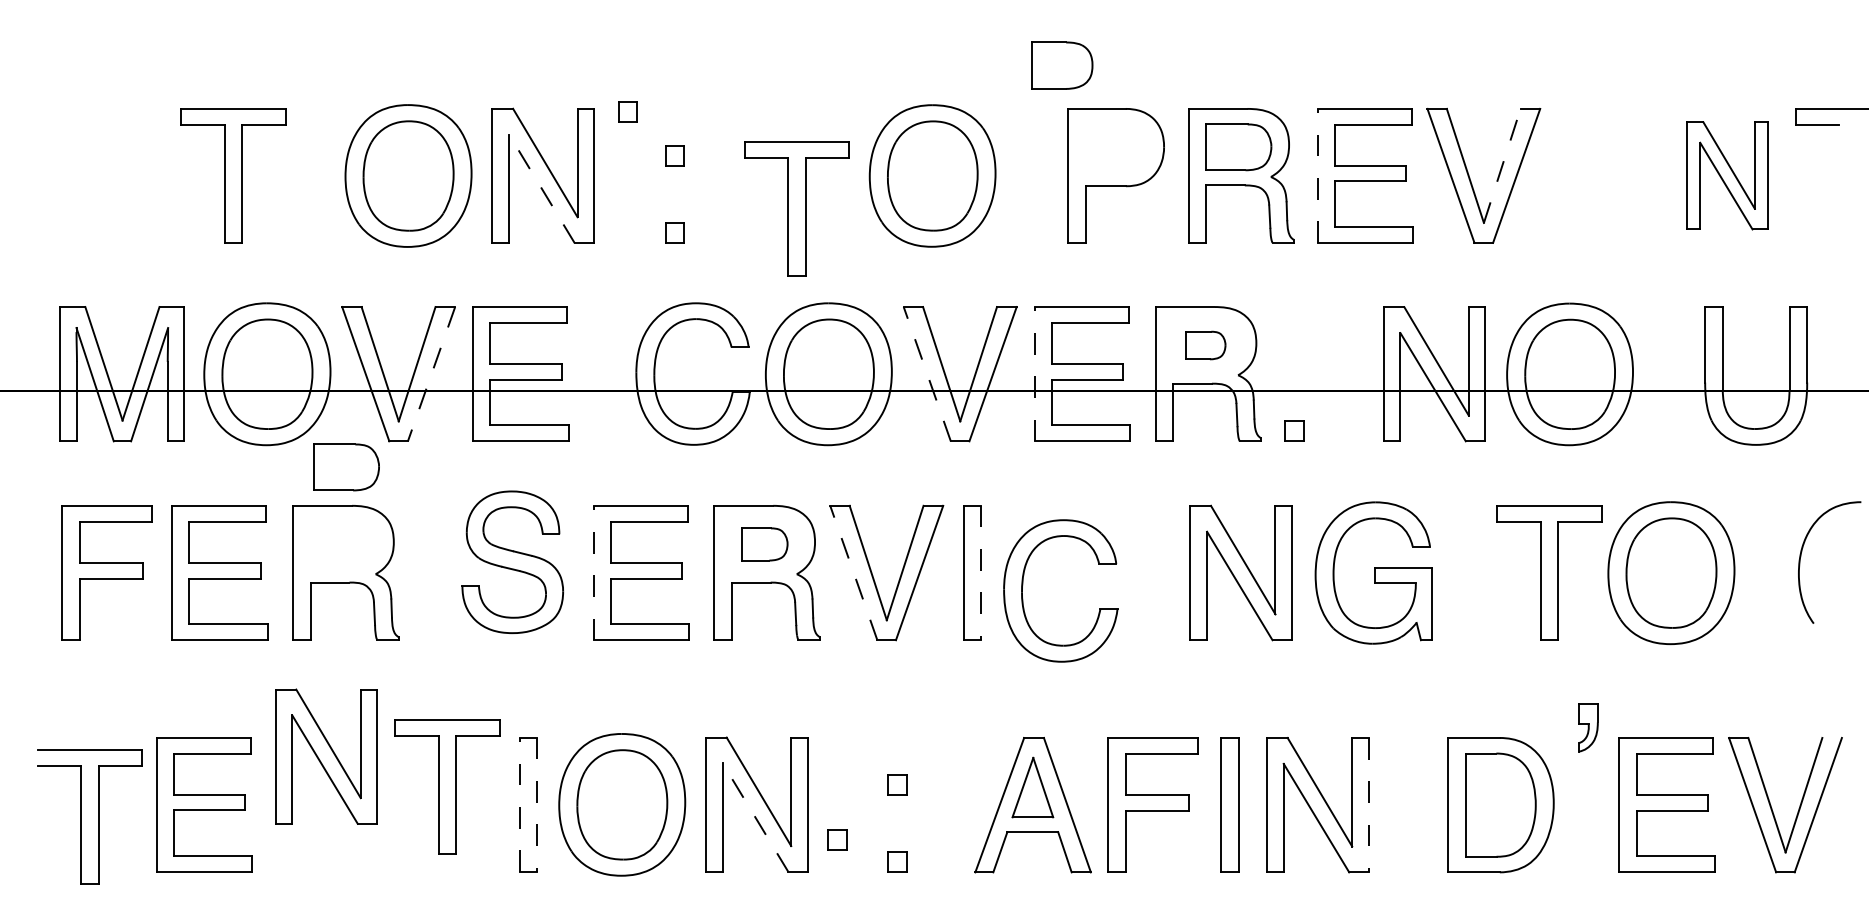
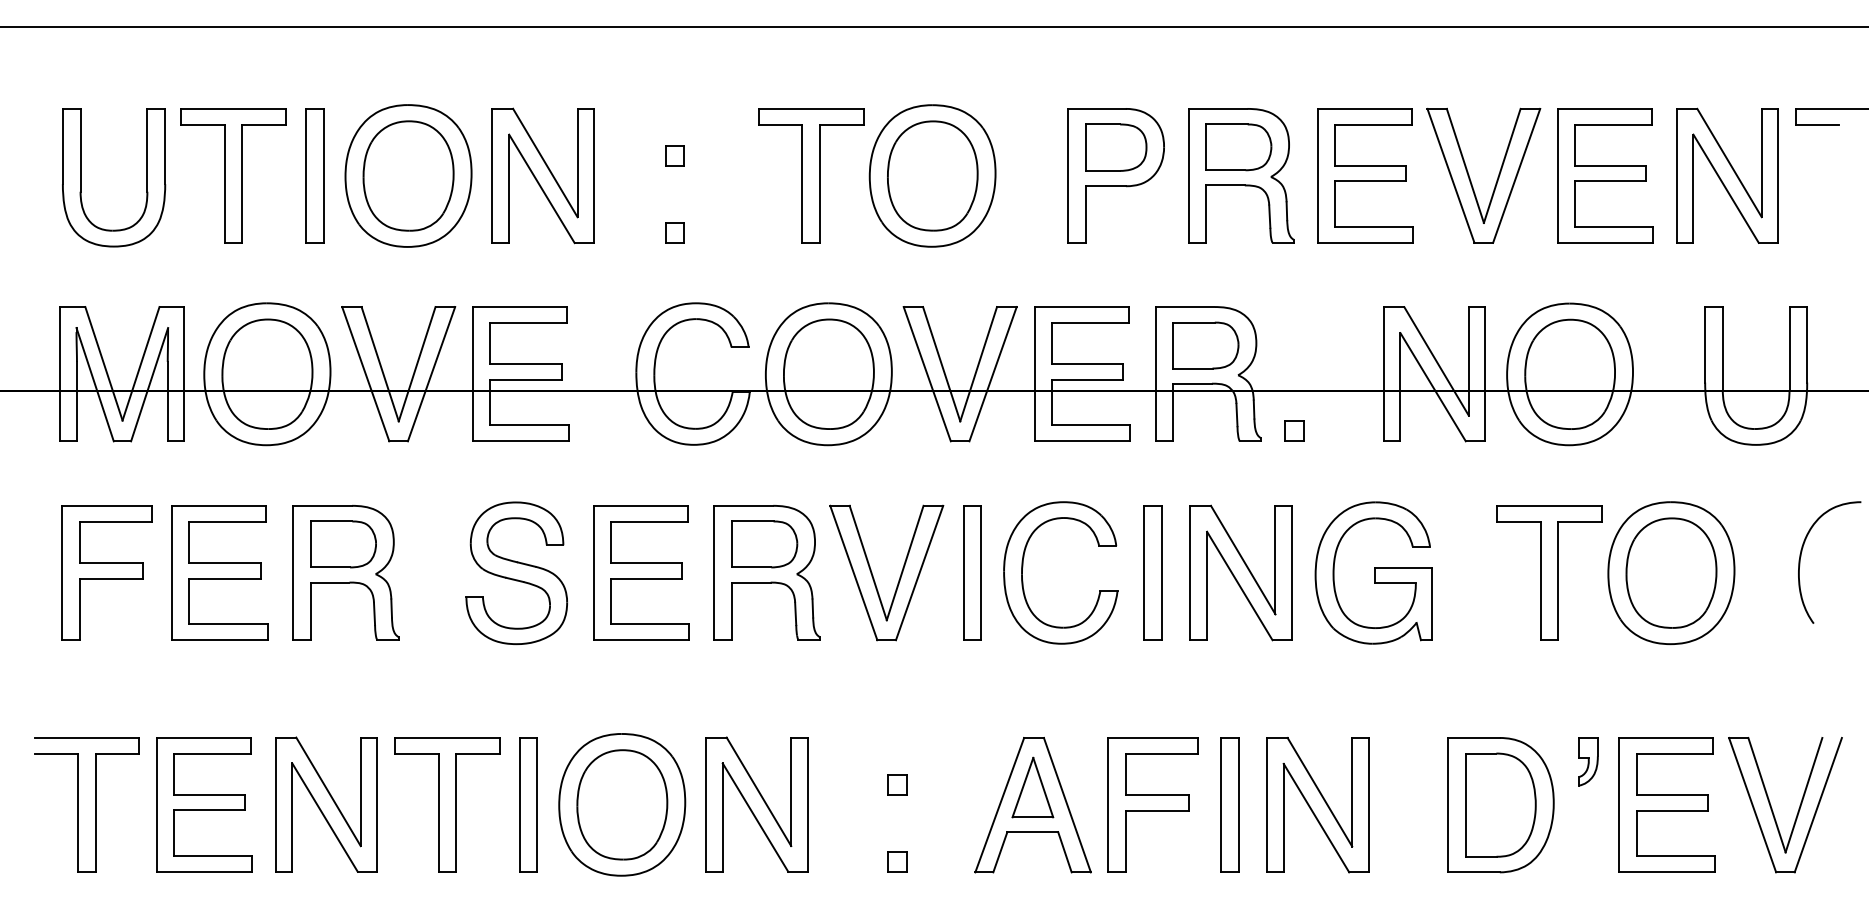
line at (933, 27): none -> present
part at (1062, 65) position: (1062, 65) -> (1116, 147)
part at (627, 111): present -> none
line at (1502, 165): dashed -> solid
part at (314, 175): none -> present
line at (1318, 175): dashed -> solid
part at (1605, 175): none -> present
part at (1727, 175) size: 83x110 px -> 103x137 px
part at (146, 177): none -> present
line at (541, 188): dashed -> solid
part at (797, 208) position: (797, 208) -> (811, 175)
part at (1205, 345) size: 42x31 px -> 68x49 px
line at (927, 373): dashed -> solid
line at (1034, 373): dashed -> solid
line at (431, 374): dashed -> solid
part at (346, 467) position: (346, 467) -> (343, 544)
part at (764, 544) size: 48x35 px -> 68x49 px
part at (512, 562) position: (512, 562) -> (516, 573)
line at (593, 572): dashed -> solid
line at (853, 572): dashed -> solid
part at (1152, 572): none -> present
line at (981, 573): dashed -> solid
part at (1023, 585) position: (1023, 585) -> (1023, 567)
part at (1588, 727) position: (1588, 727) -> (1588, 761)
part at (326, 756) position: (326, 756) -> (326, 804)
part at (447, 786) position: (447, 786) -> (447, 804)
line at (519, 804): dashed -> solid
line at (537, 805): dashed -> solid
line at (1368, 805): dashed -> solid
part at (81, 816) position: (81, 816) -> (78, 804)
line at (755, 817): dashed -> solid
part at (837, 839): present -> none
